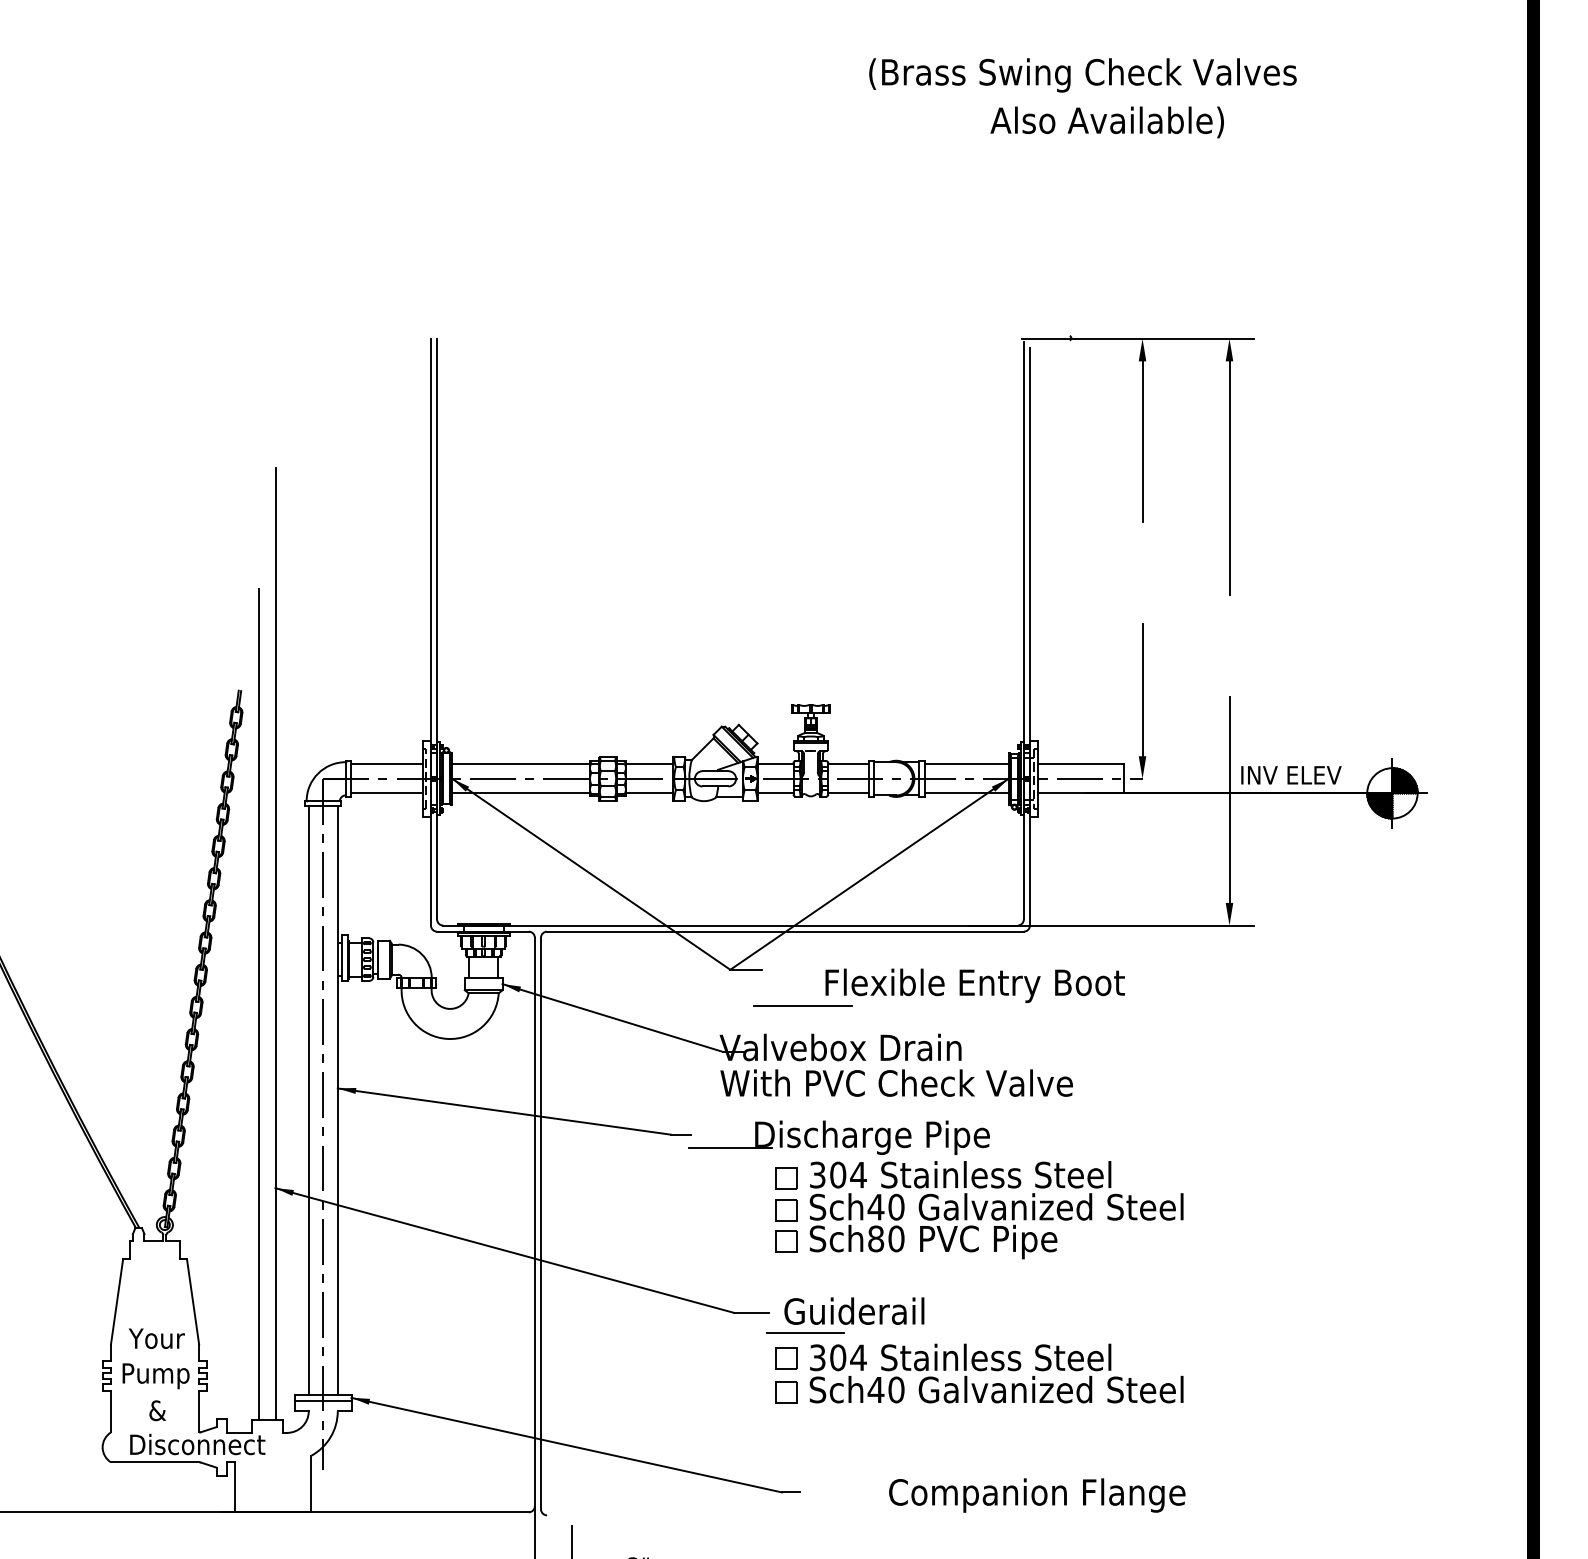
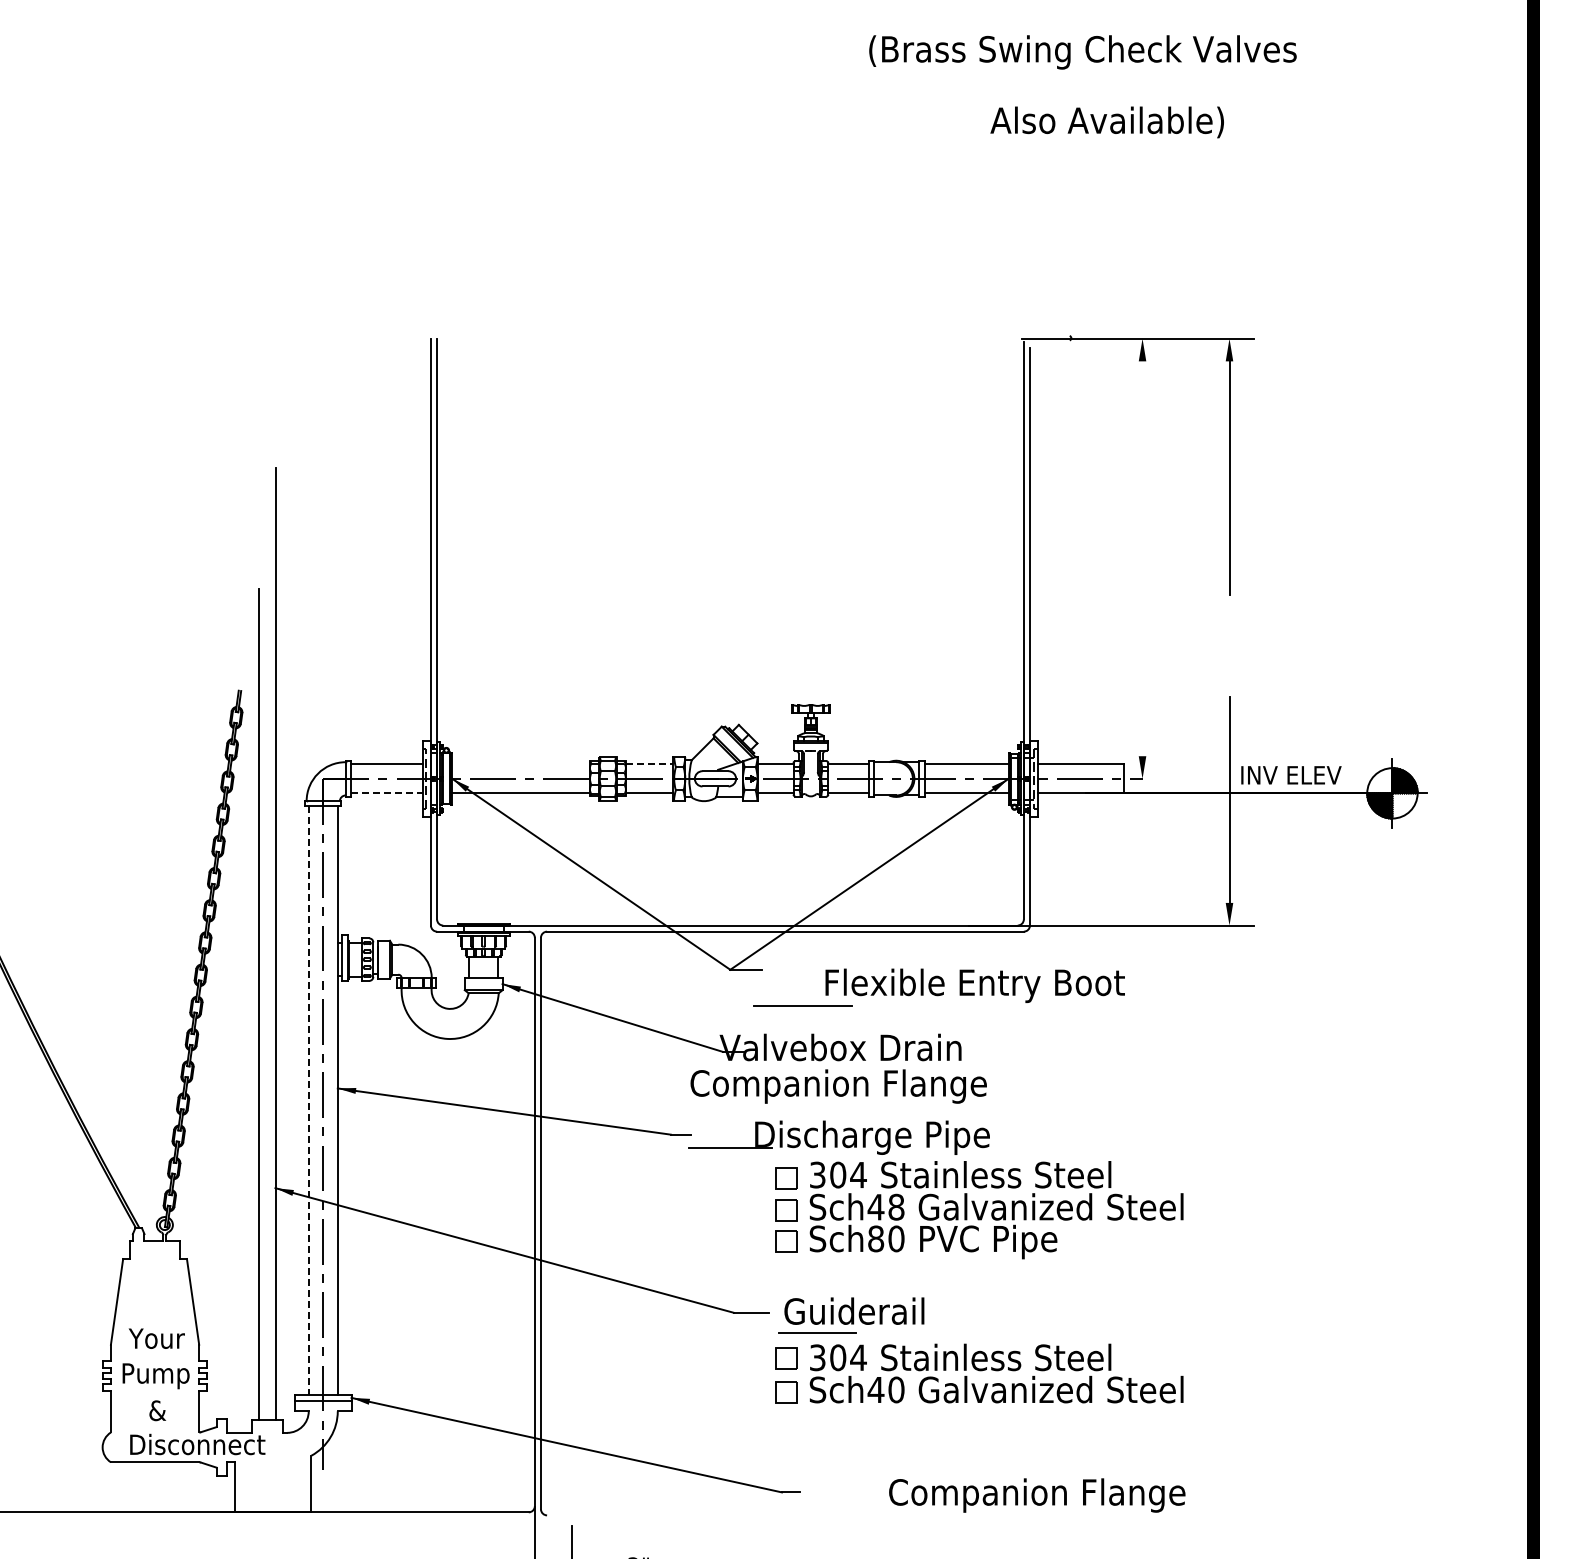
text at (1082, 75) position: (1082, 75) -> (1082, 52)
line at (1142, 441): present -> none
line at (1142, 689): present -> none
line at (520, 764): present -> none
line at (649, 764): solid -> dashed
line at (387, 793): solid -> dashed
text at (881, 1086): With PVC Check Valve -> Companion Flange
line at (308, 1101): solid -> dashed
text at (896, 1207): Sch40 -> Sch48
line at (805, 1332) position: (805, 1332) -> (817, 1332)
